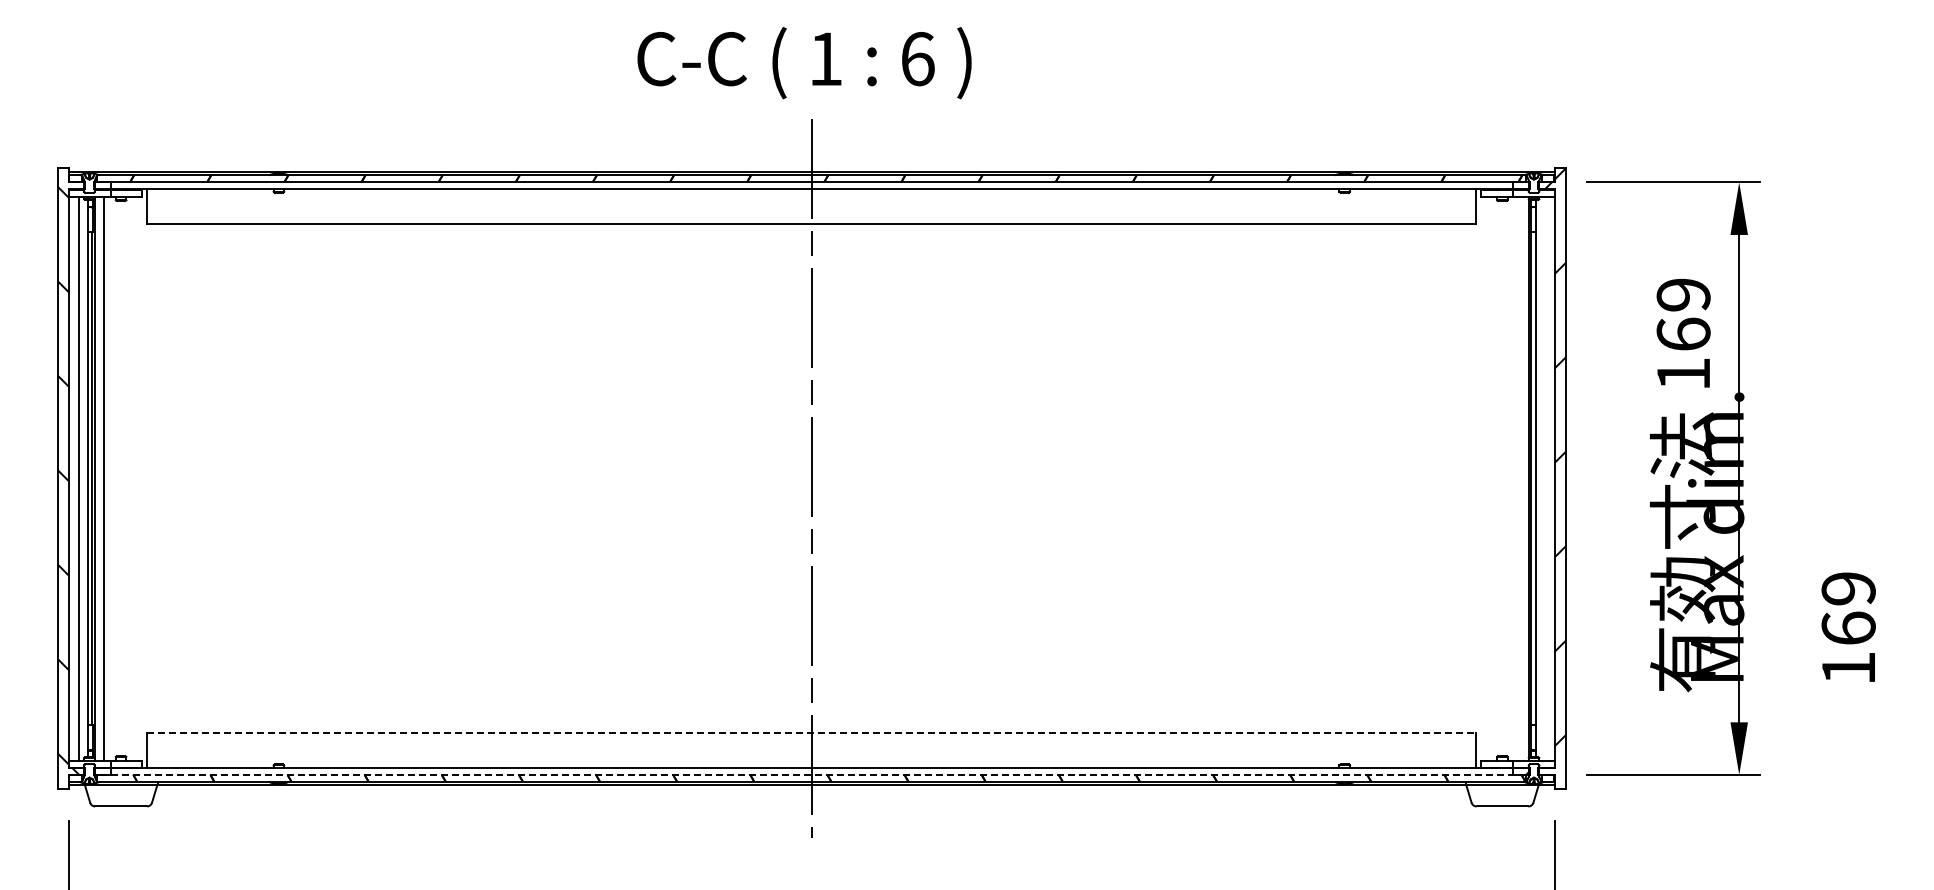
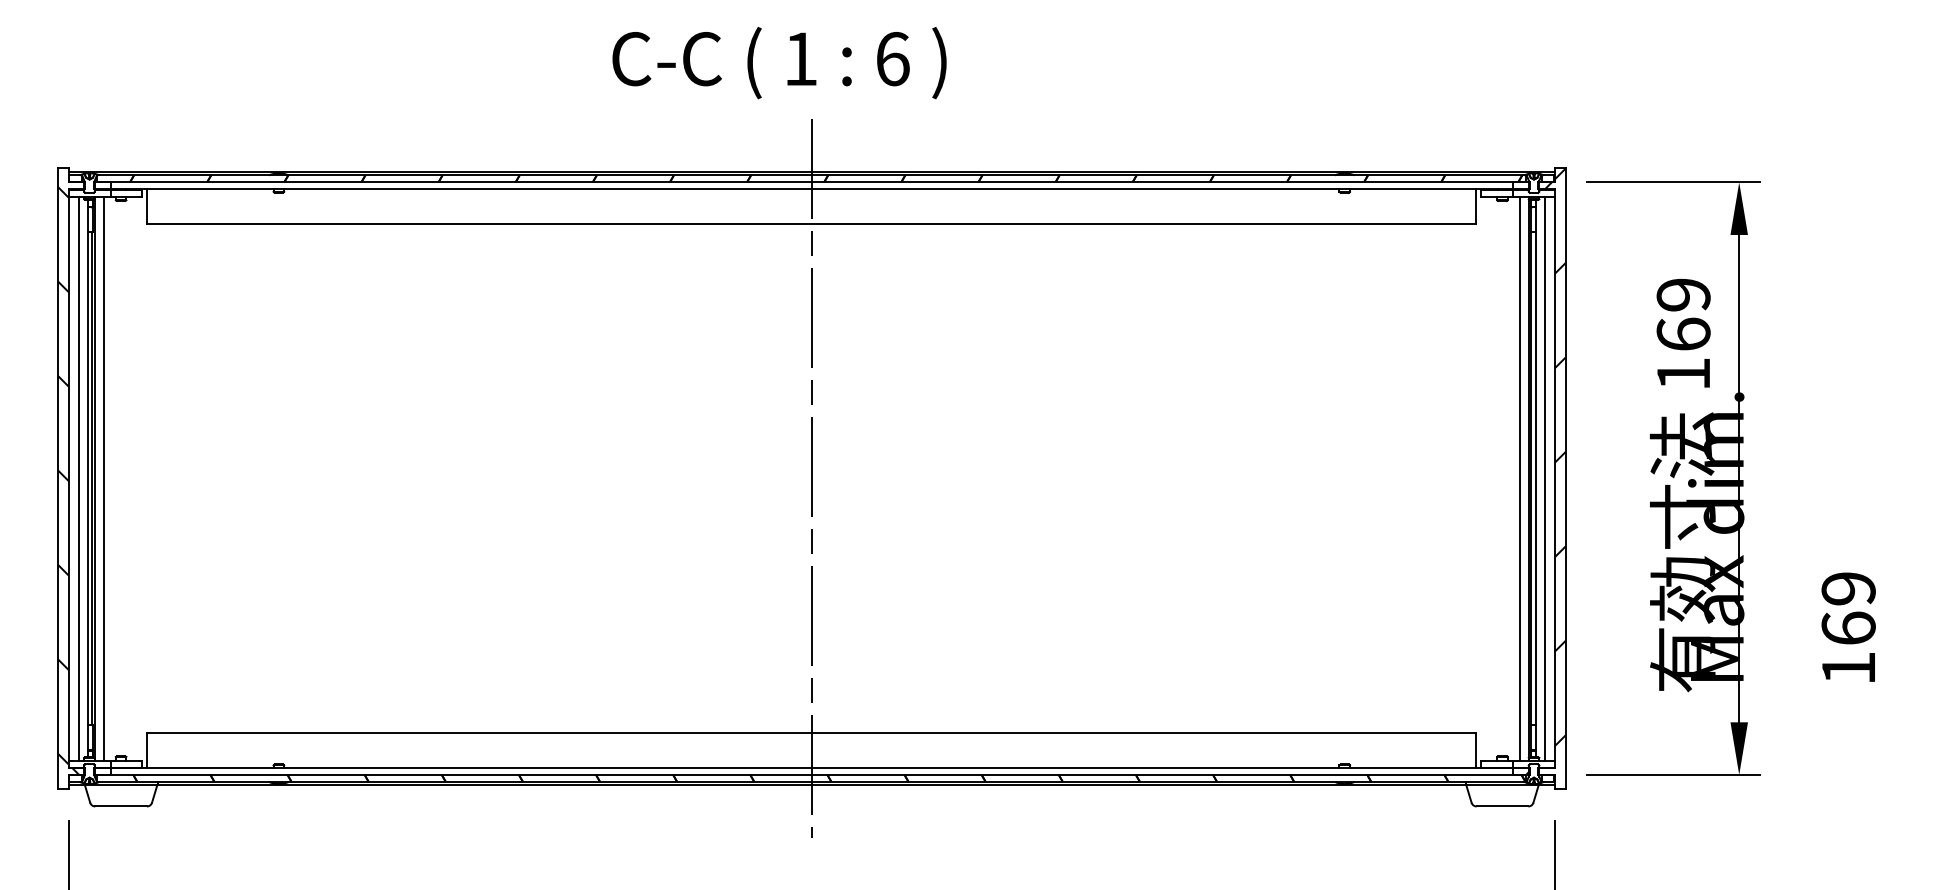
text at (804, 63) position: (804, 63) -> (779, 63)
line at (1520, 478): none -> present
line at (1544, 478): none -> present
line at (812, 732): dashed -> solid
line at (811, 774): dashed -> solid
